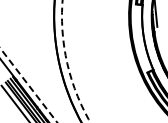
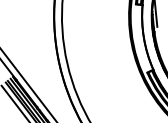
arc at (67, 63): dashed -> solid
line at (28, 85): dashed -> solid
